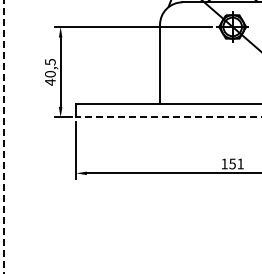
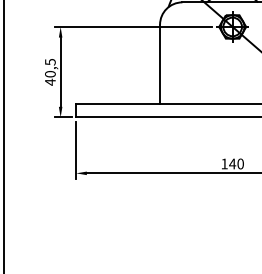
line at (168, 117): dashed -> solid
line at (3, 137): dashed -> solid
text at (236, 163): 151 -> 140
